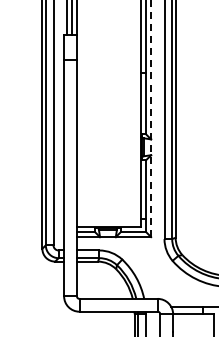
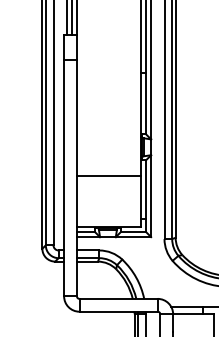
line at (151, 118): dashed -> solid
line at (108, 175): none -> present
